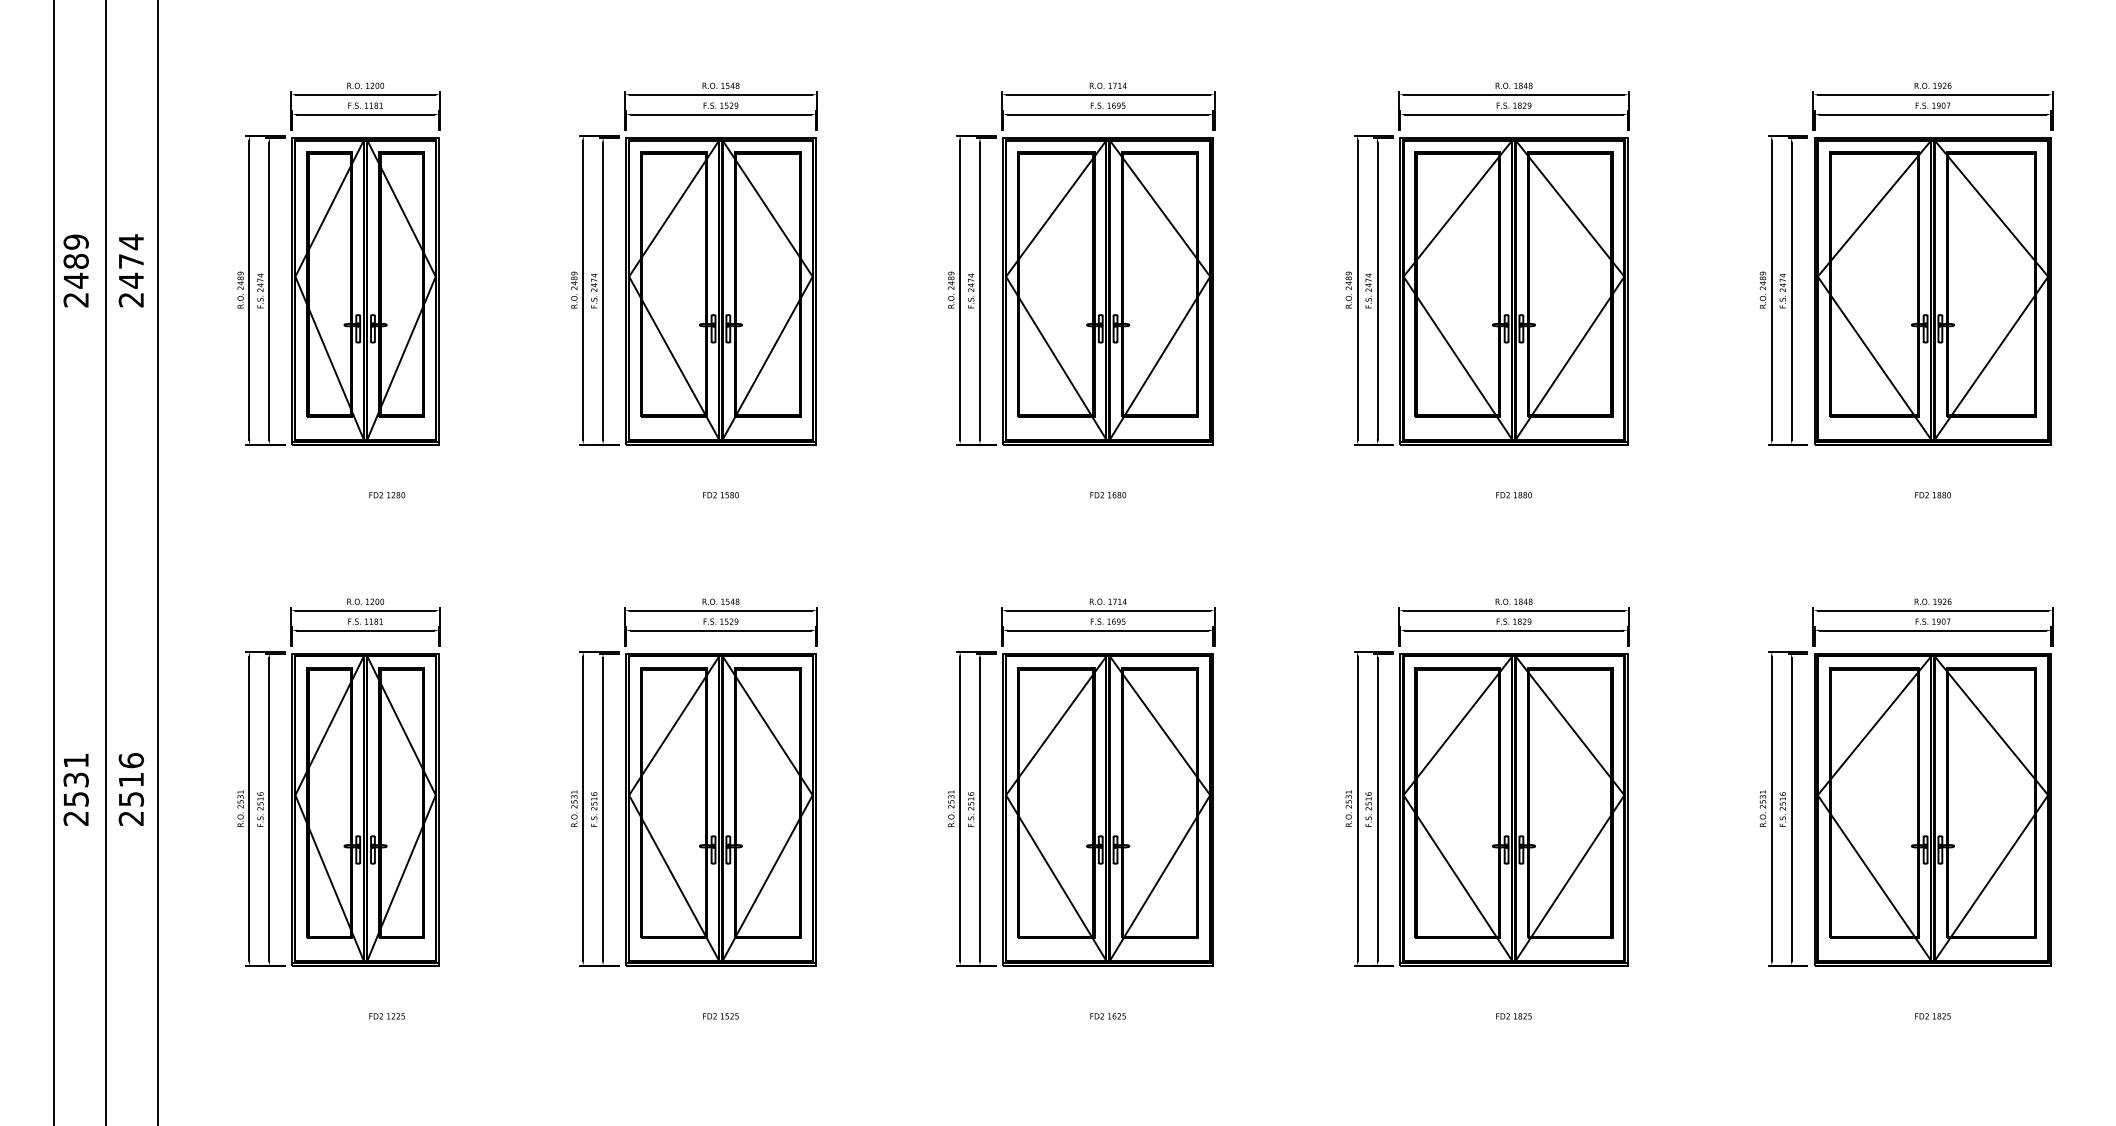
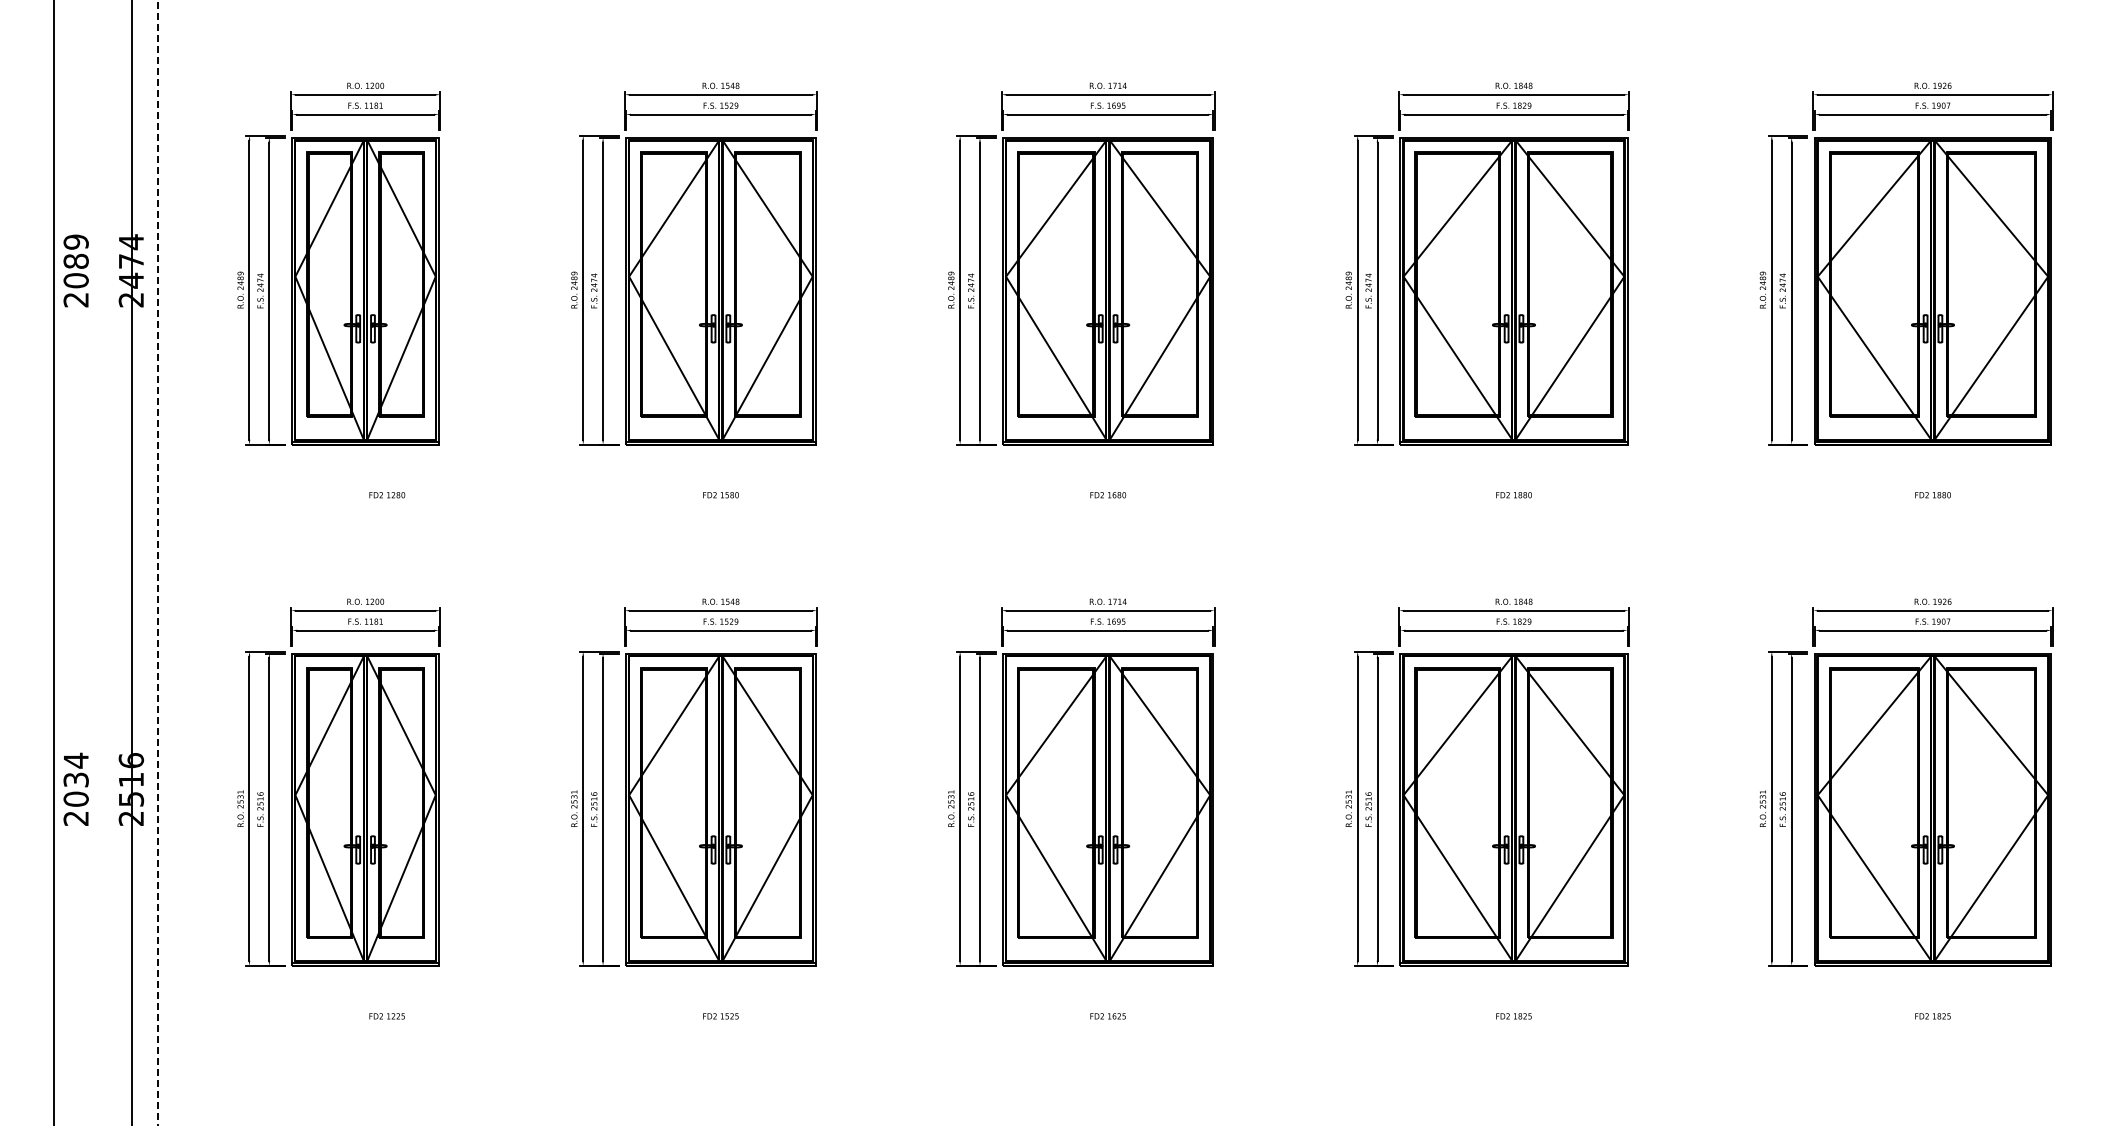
text at (75, 280): 2489 -> 2089
line at (105, 562) position: (105, 562) -> (131, 562)
line at (157, 563): solid -> dashed
text at (75, 779): 2531 -> 2034
